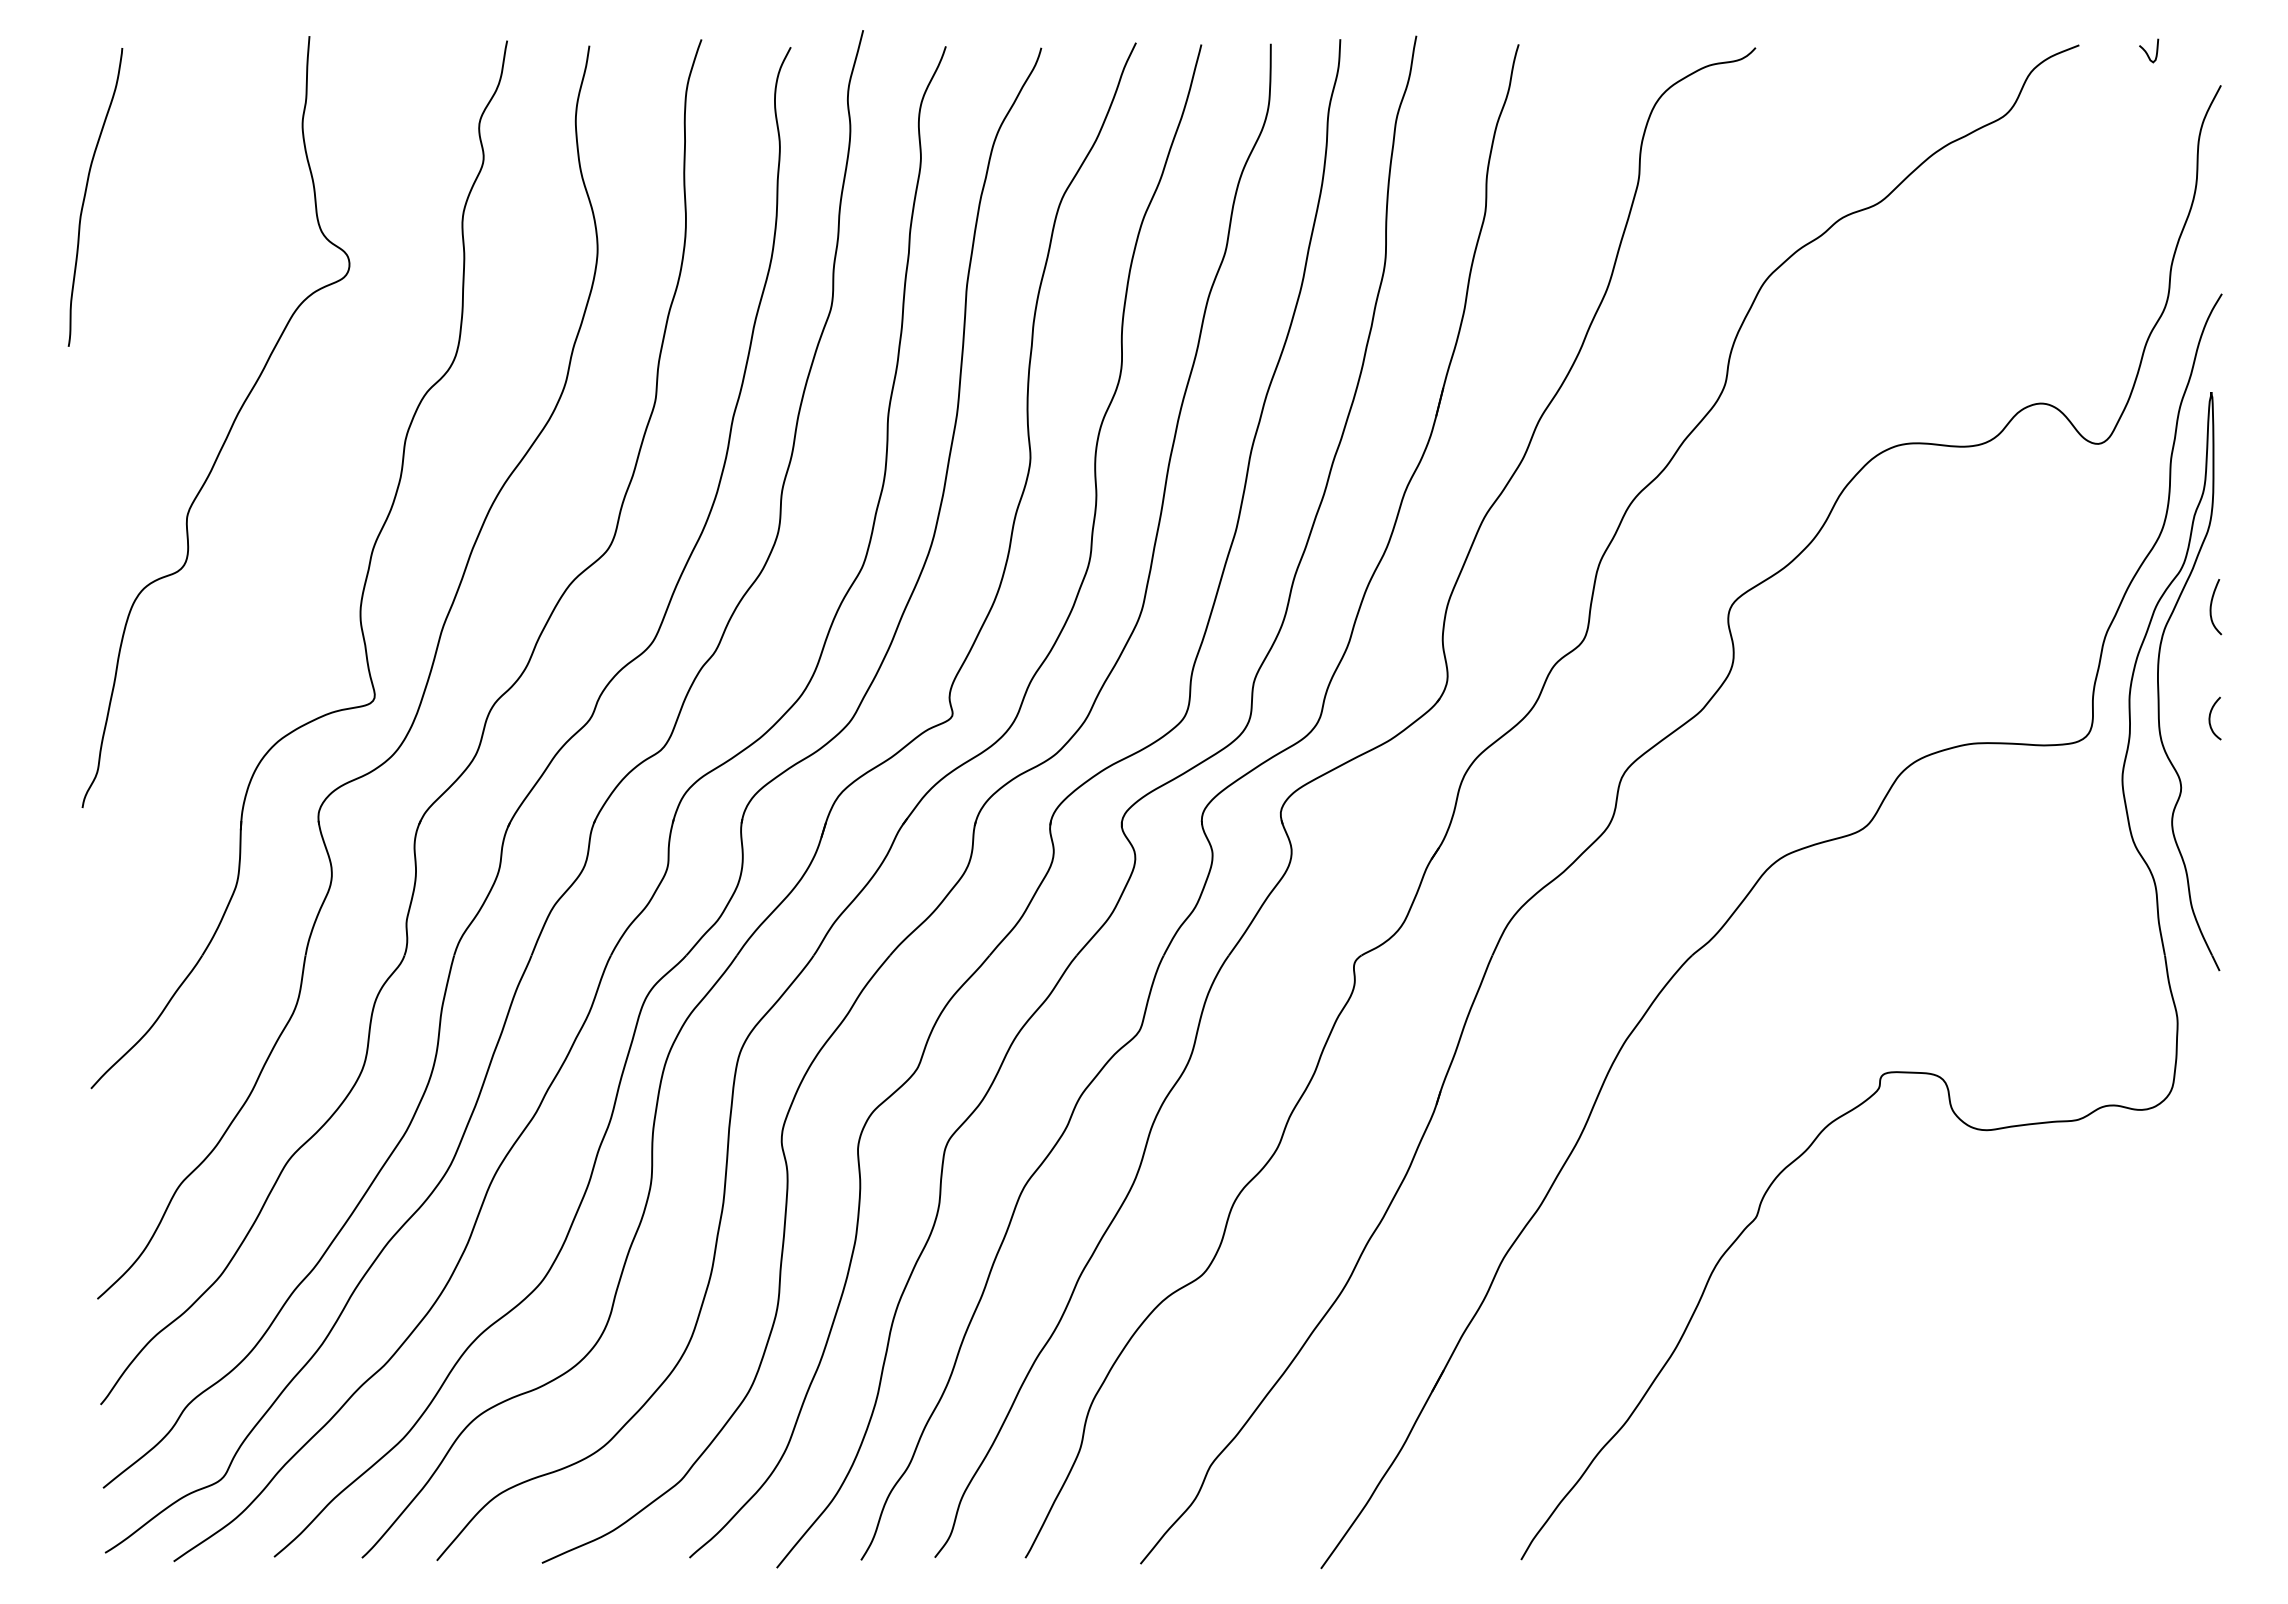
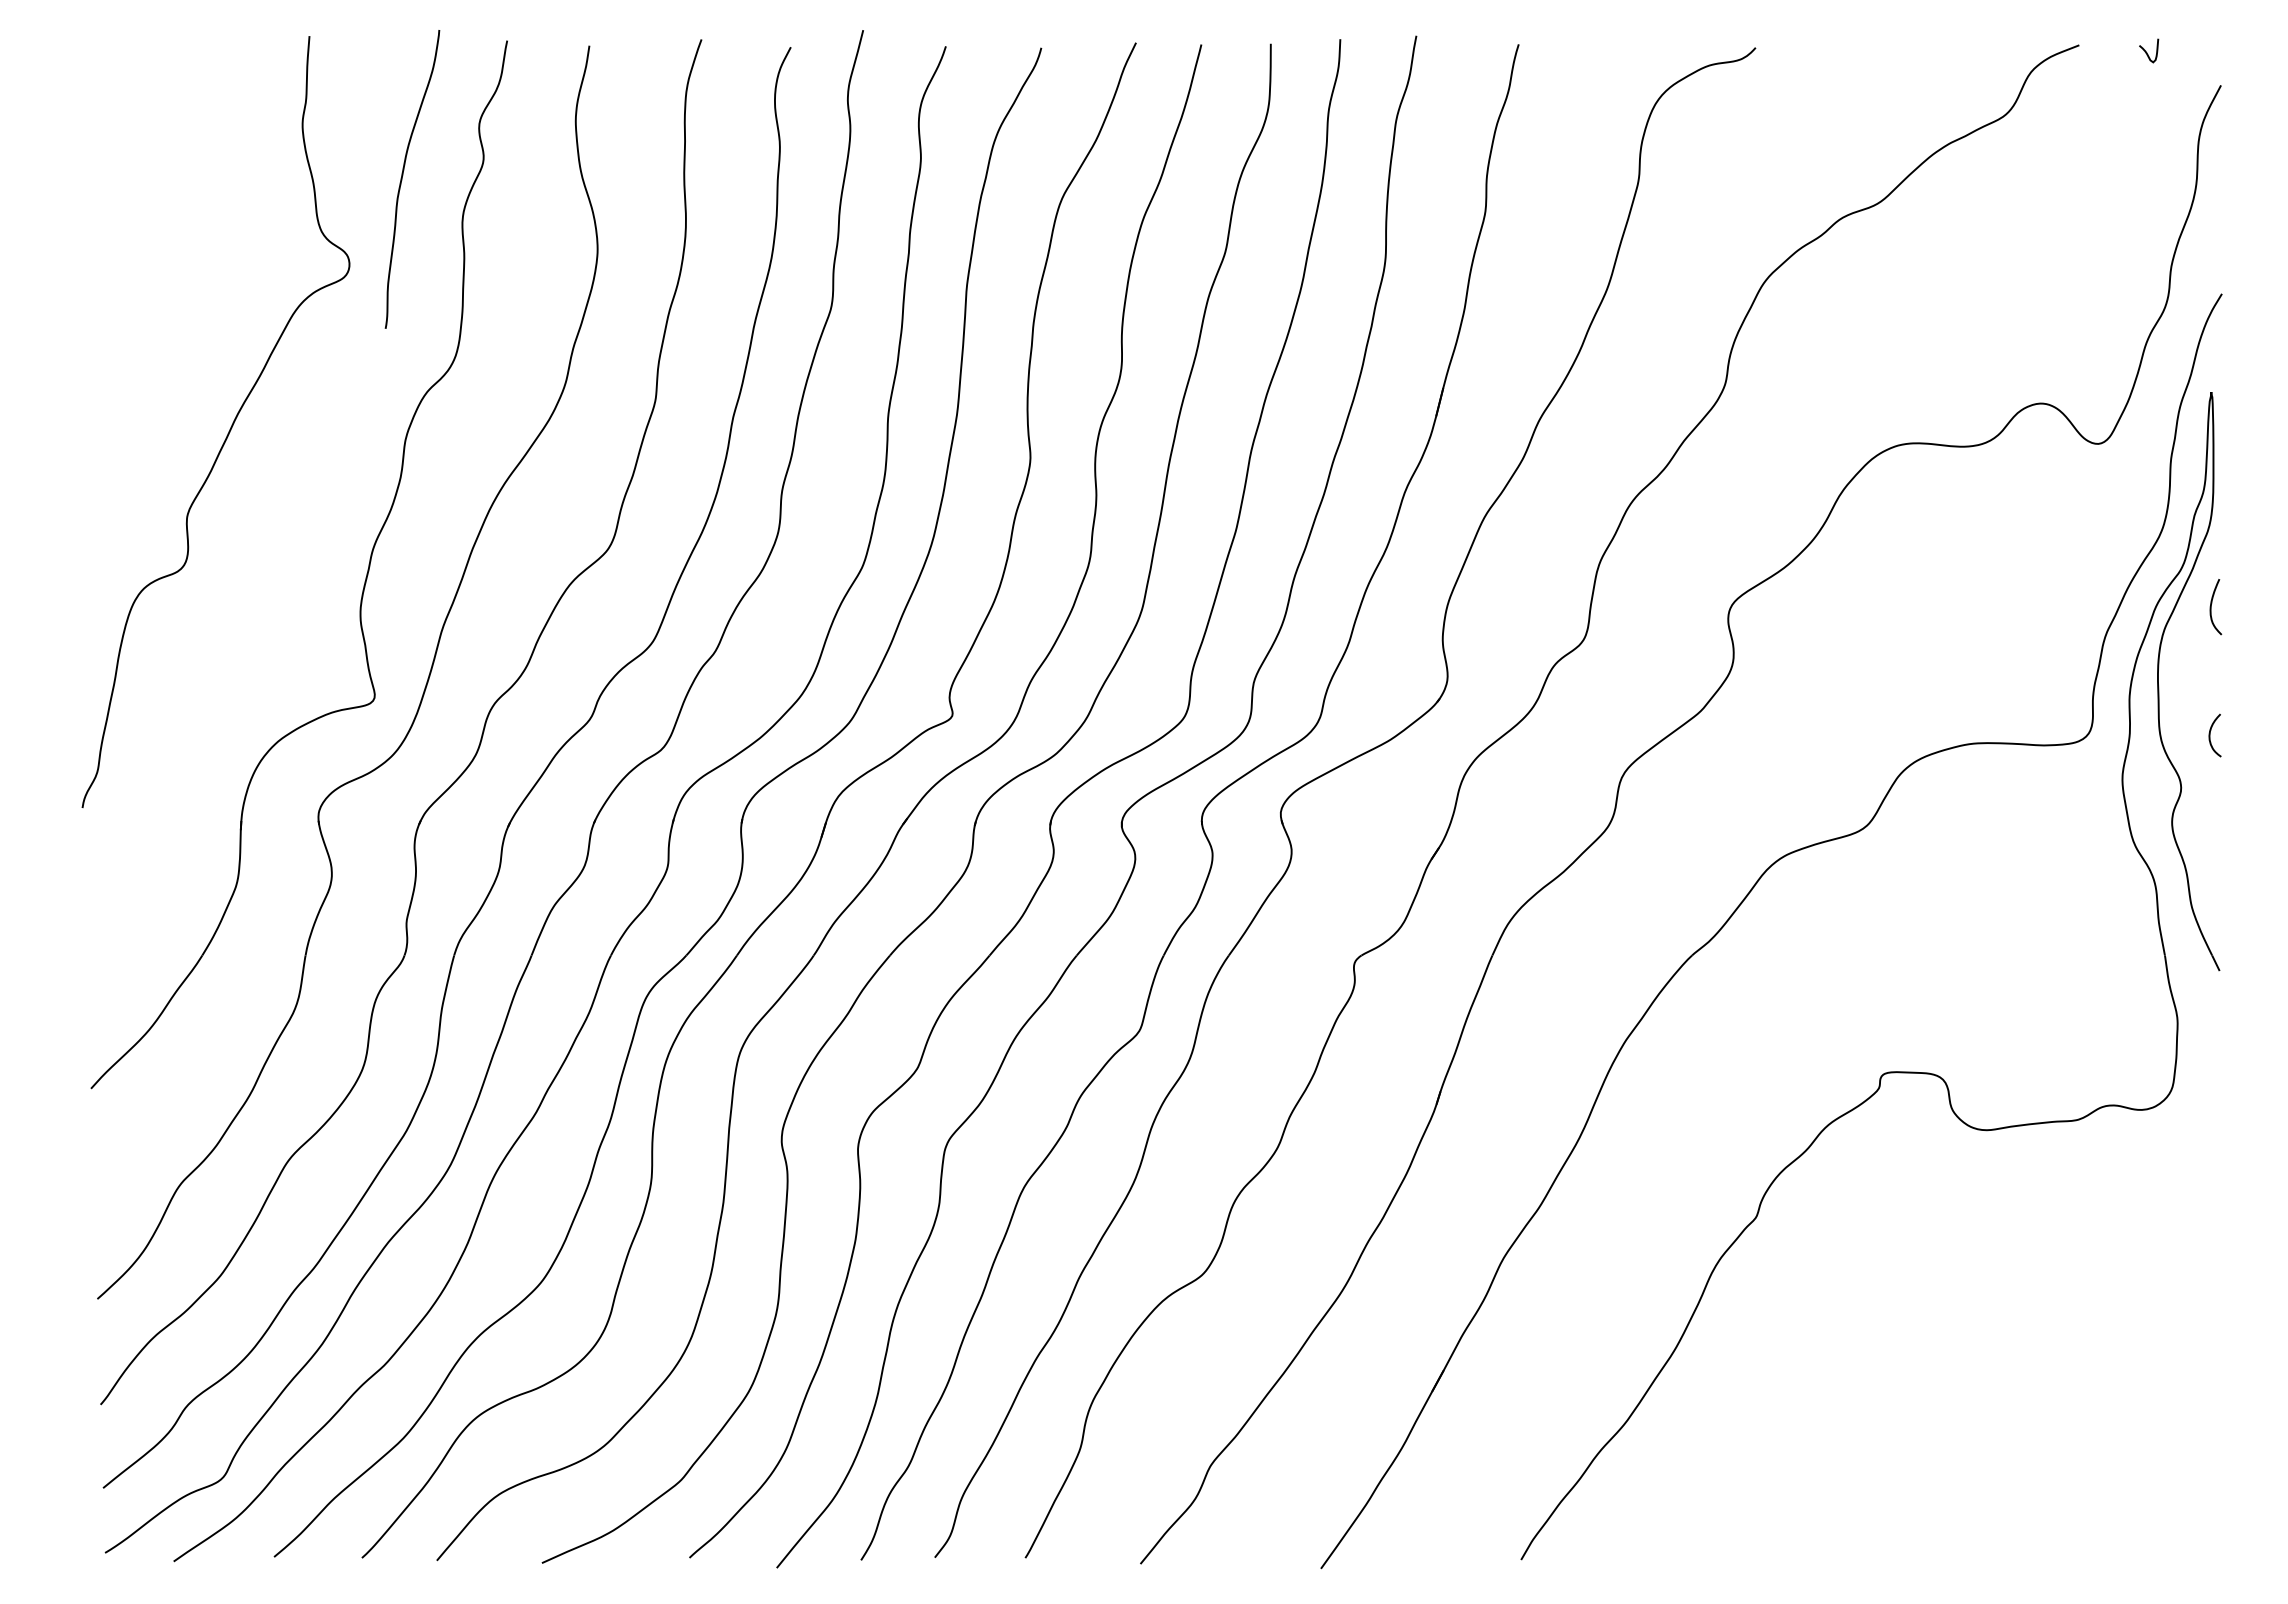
curve at (86, 193) position: (86, 193) -> (403, 175)
curve at (2210, 718) position: (2210, 718) -> (2210, 735)
